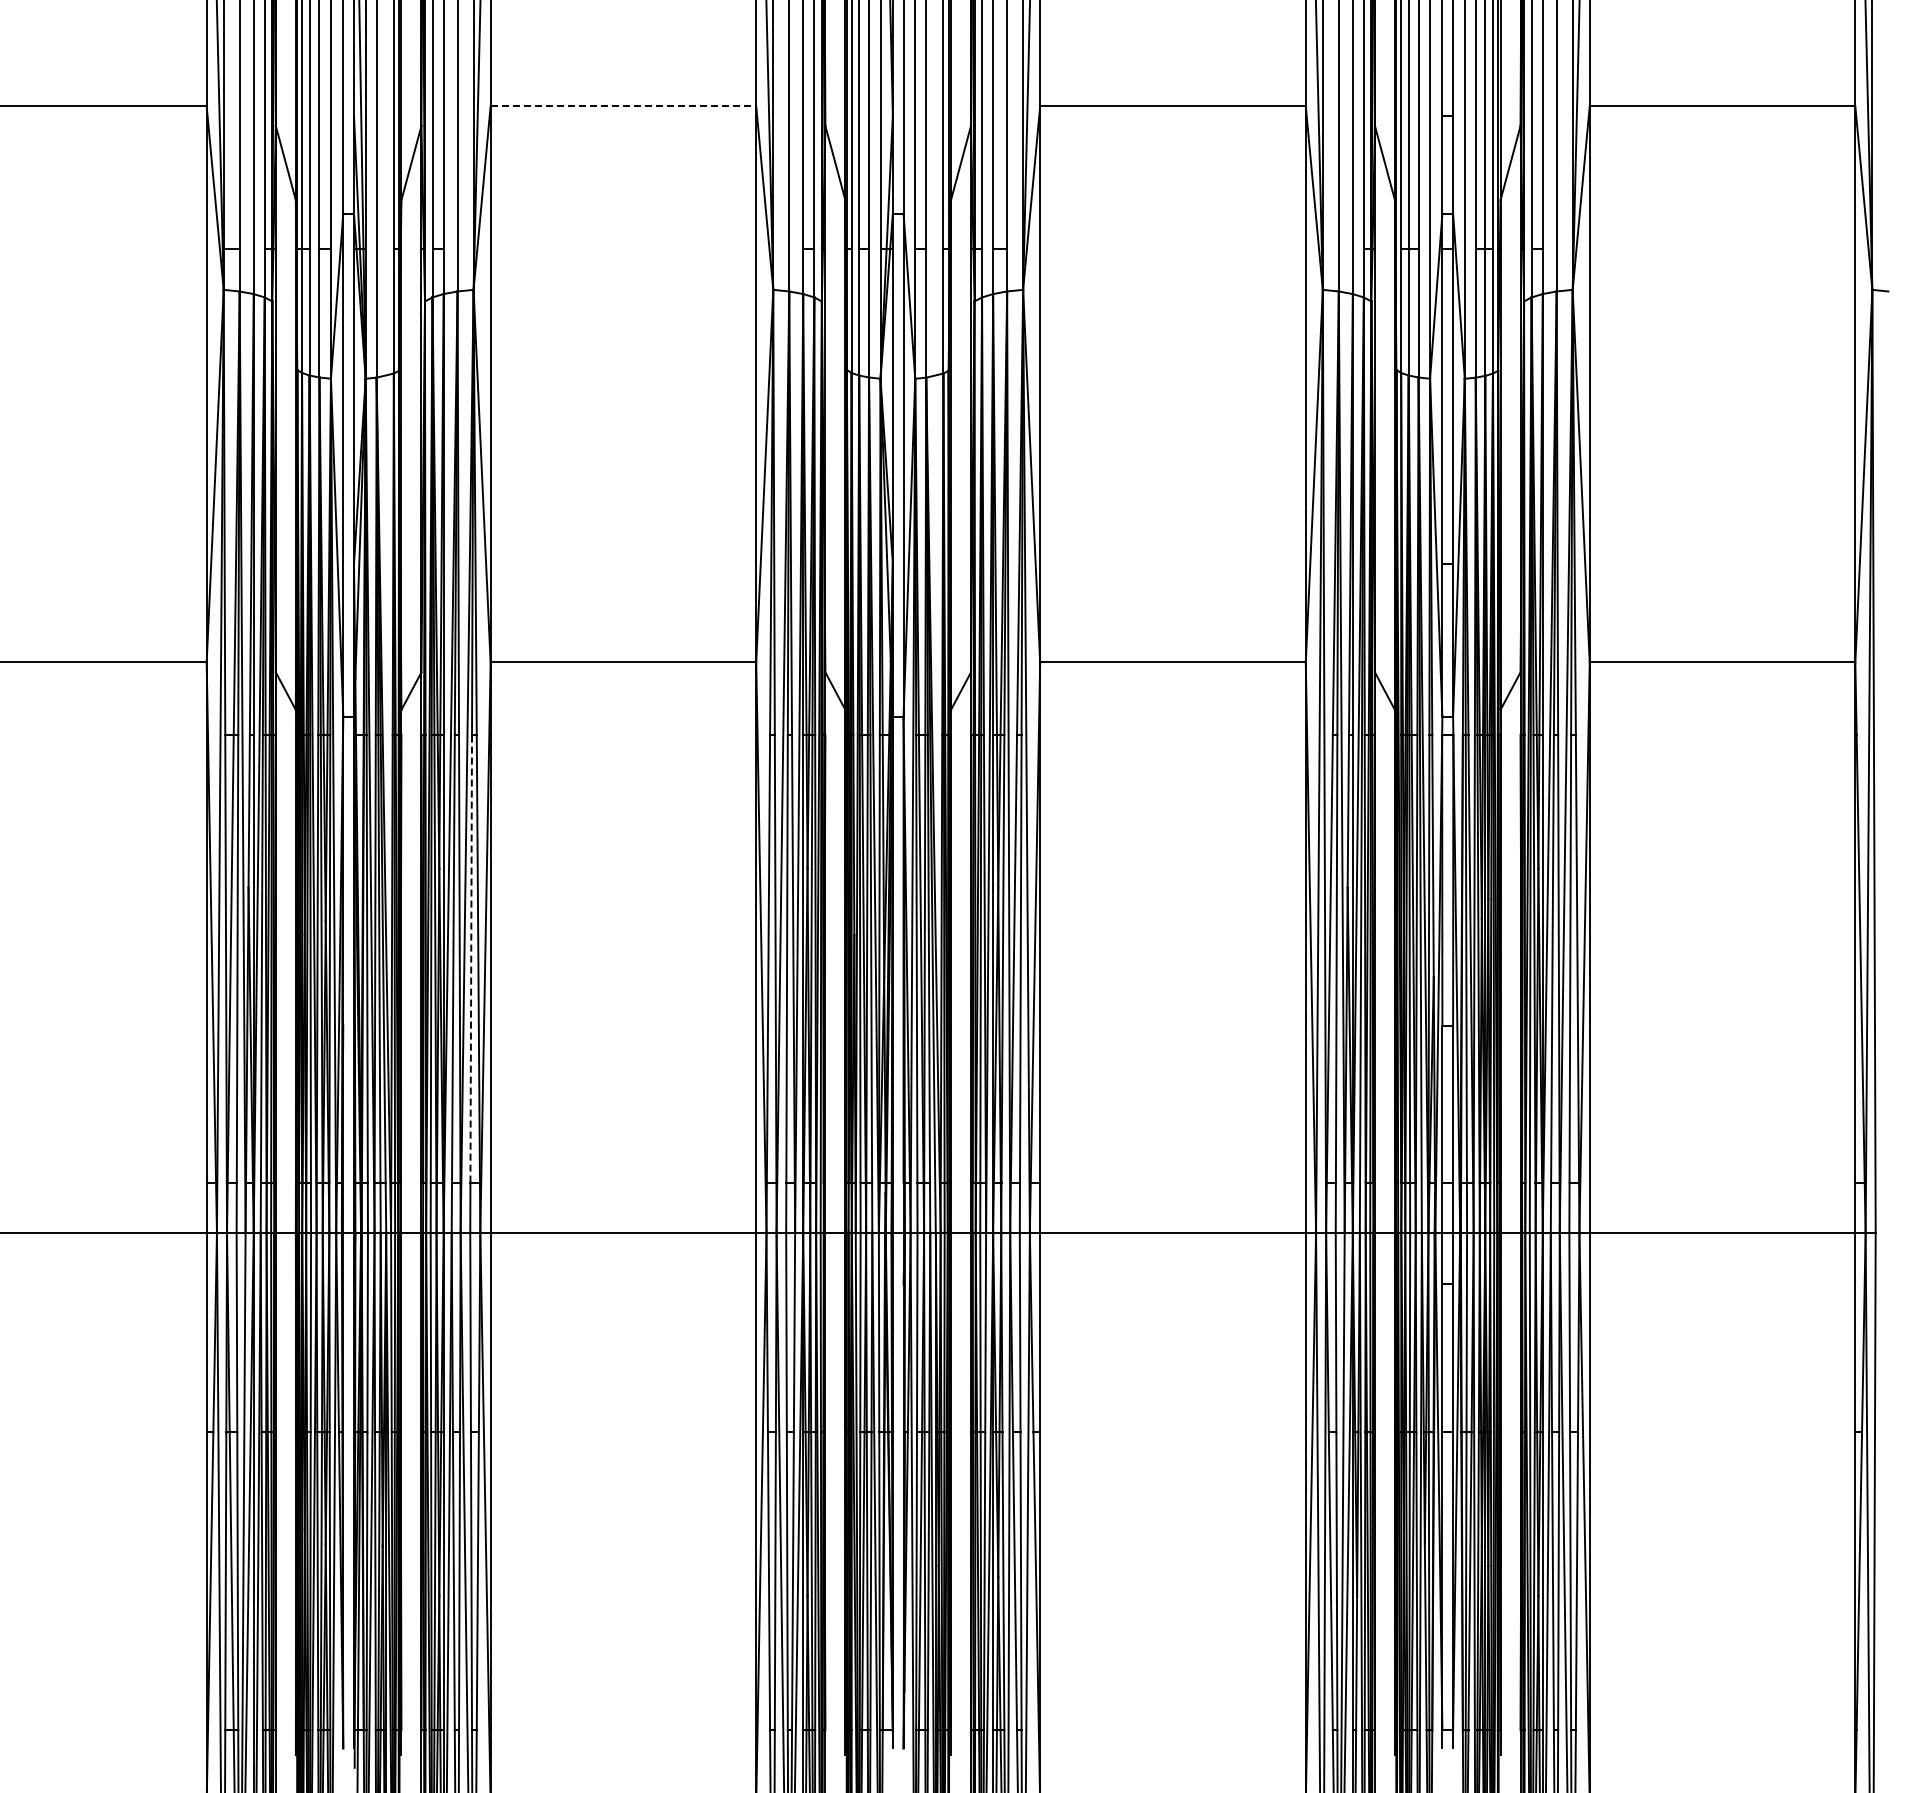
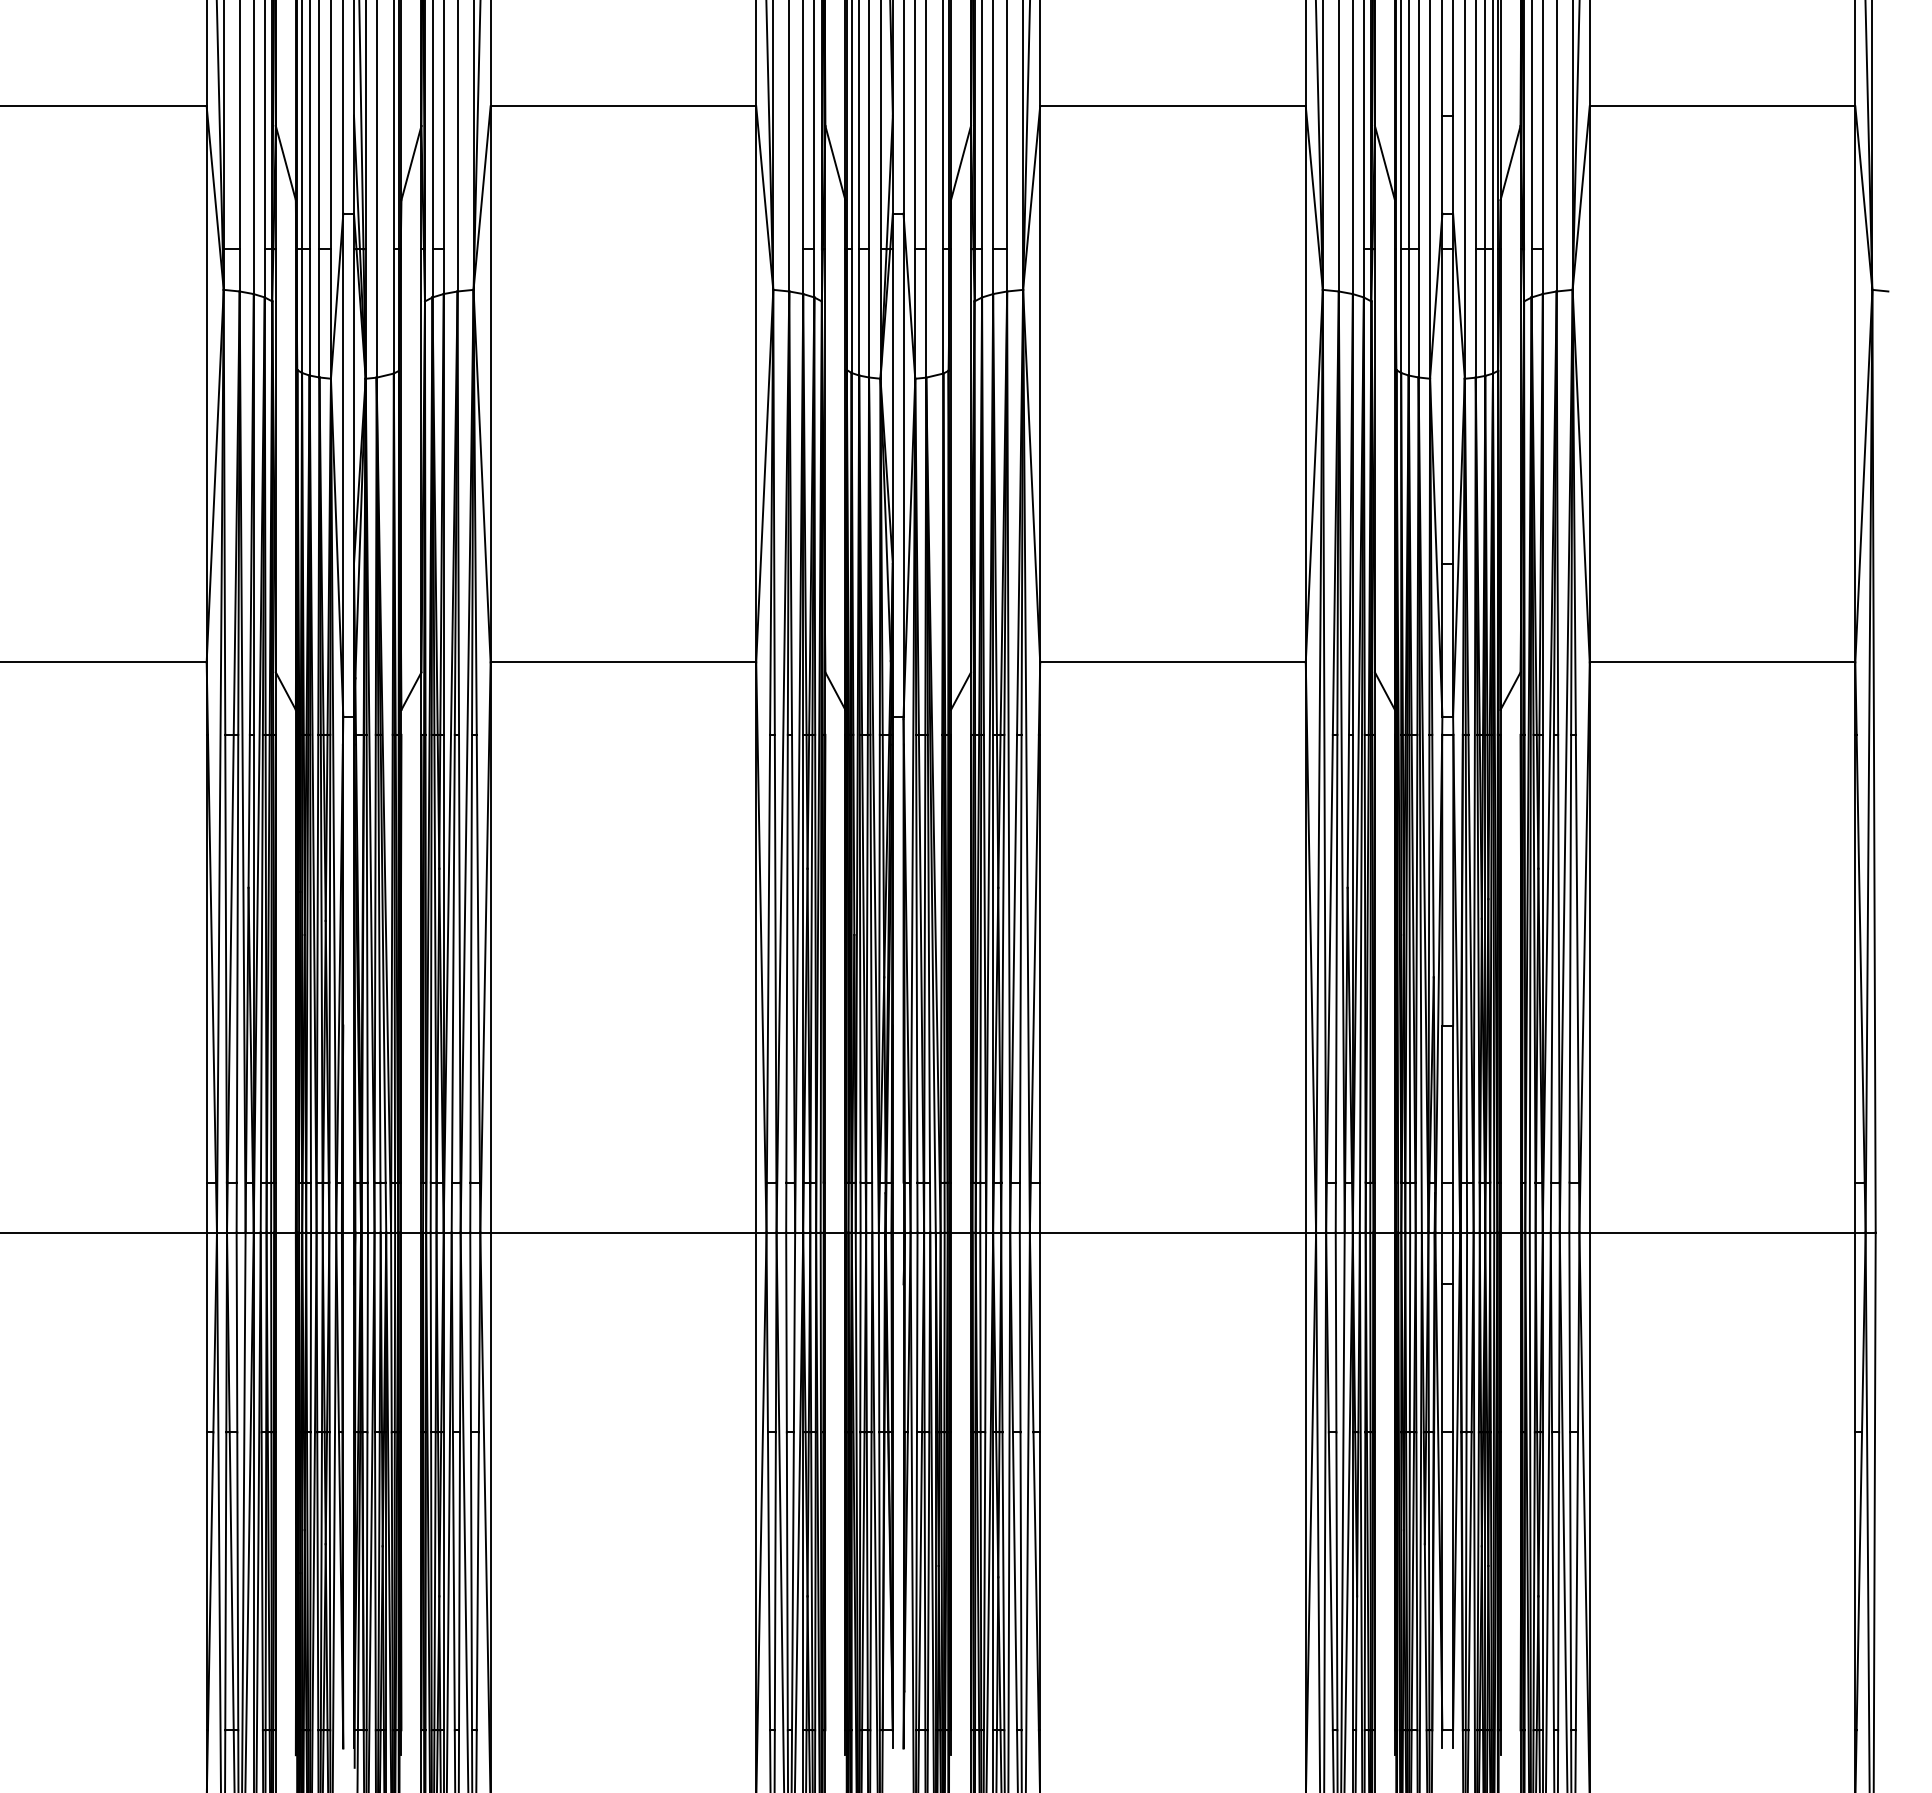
line at (623, 106): dashed -> solid
line at (471, 958): dashed -> solid
